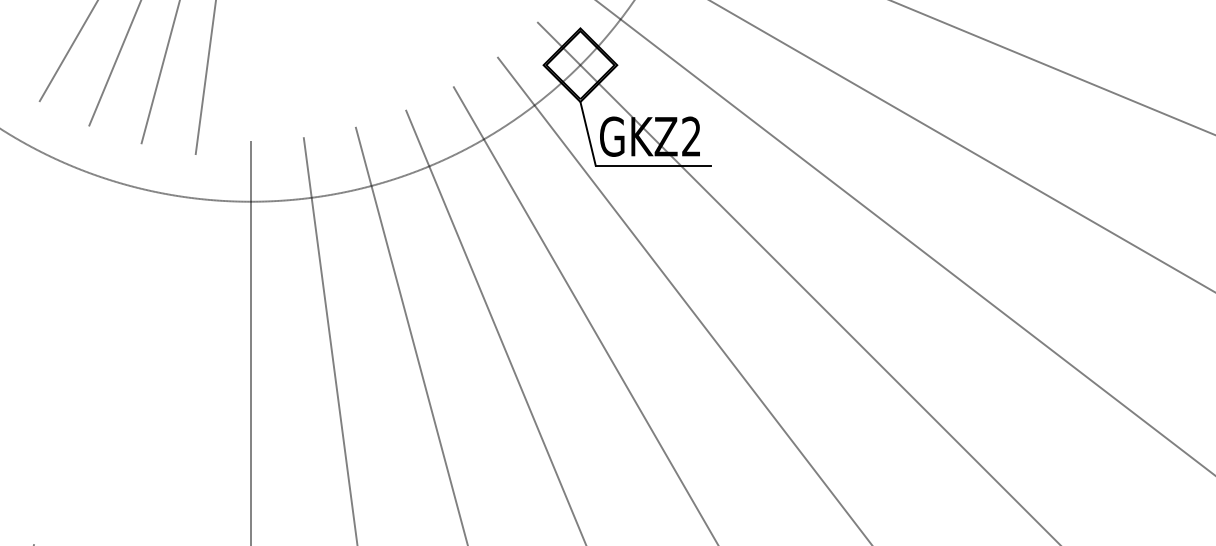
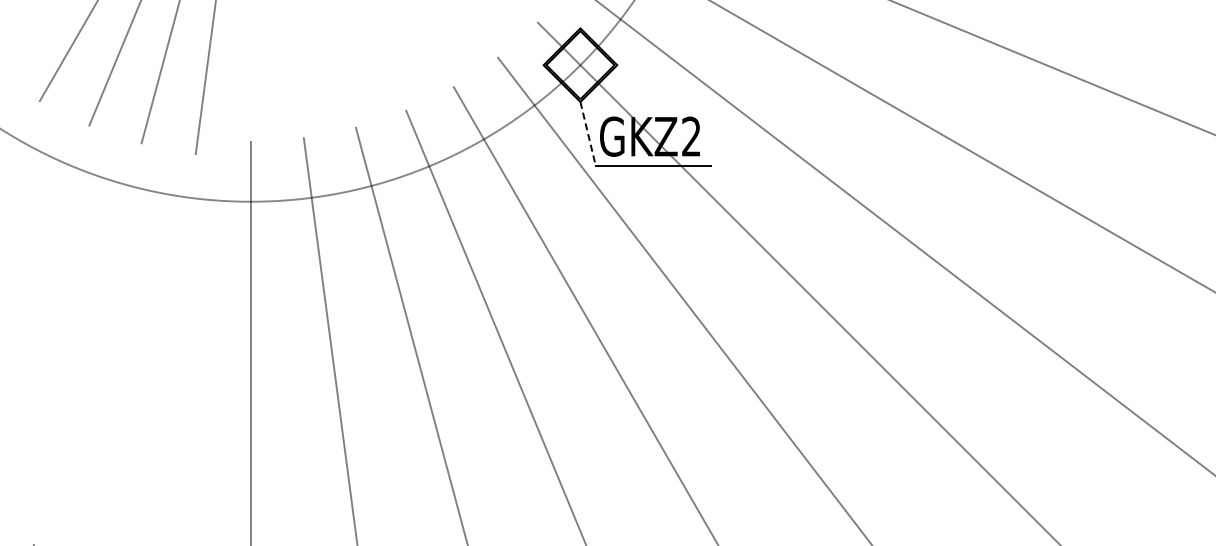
line at (588, 133): solid -> dashed
